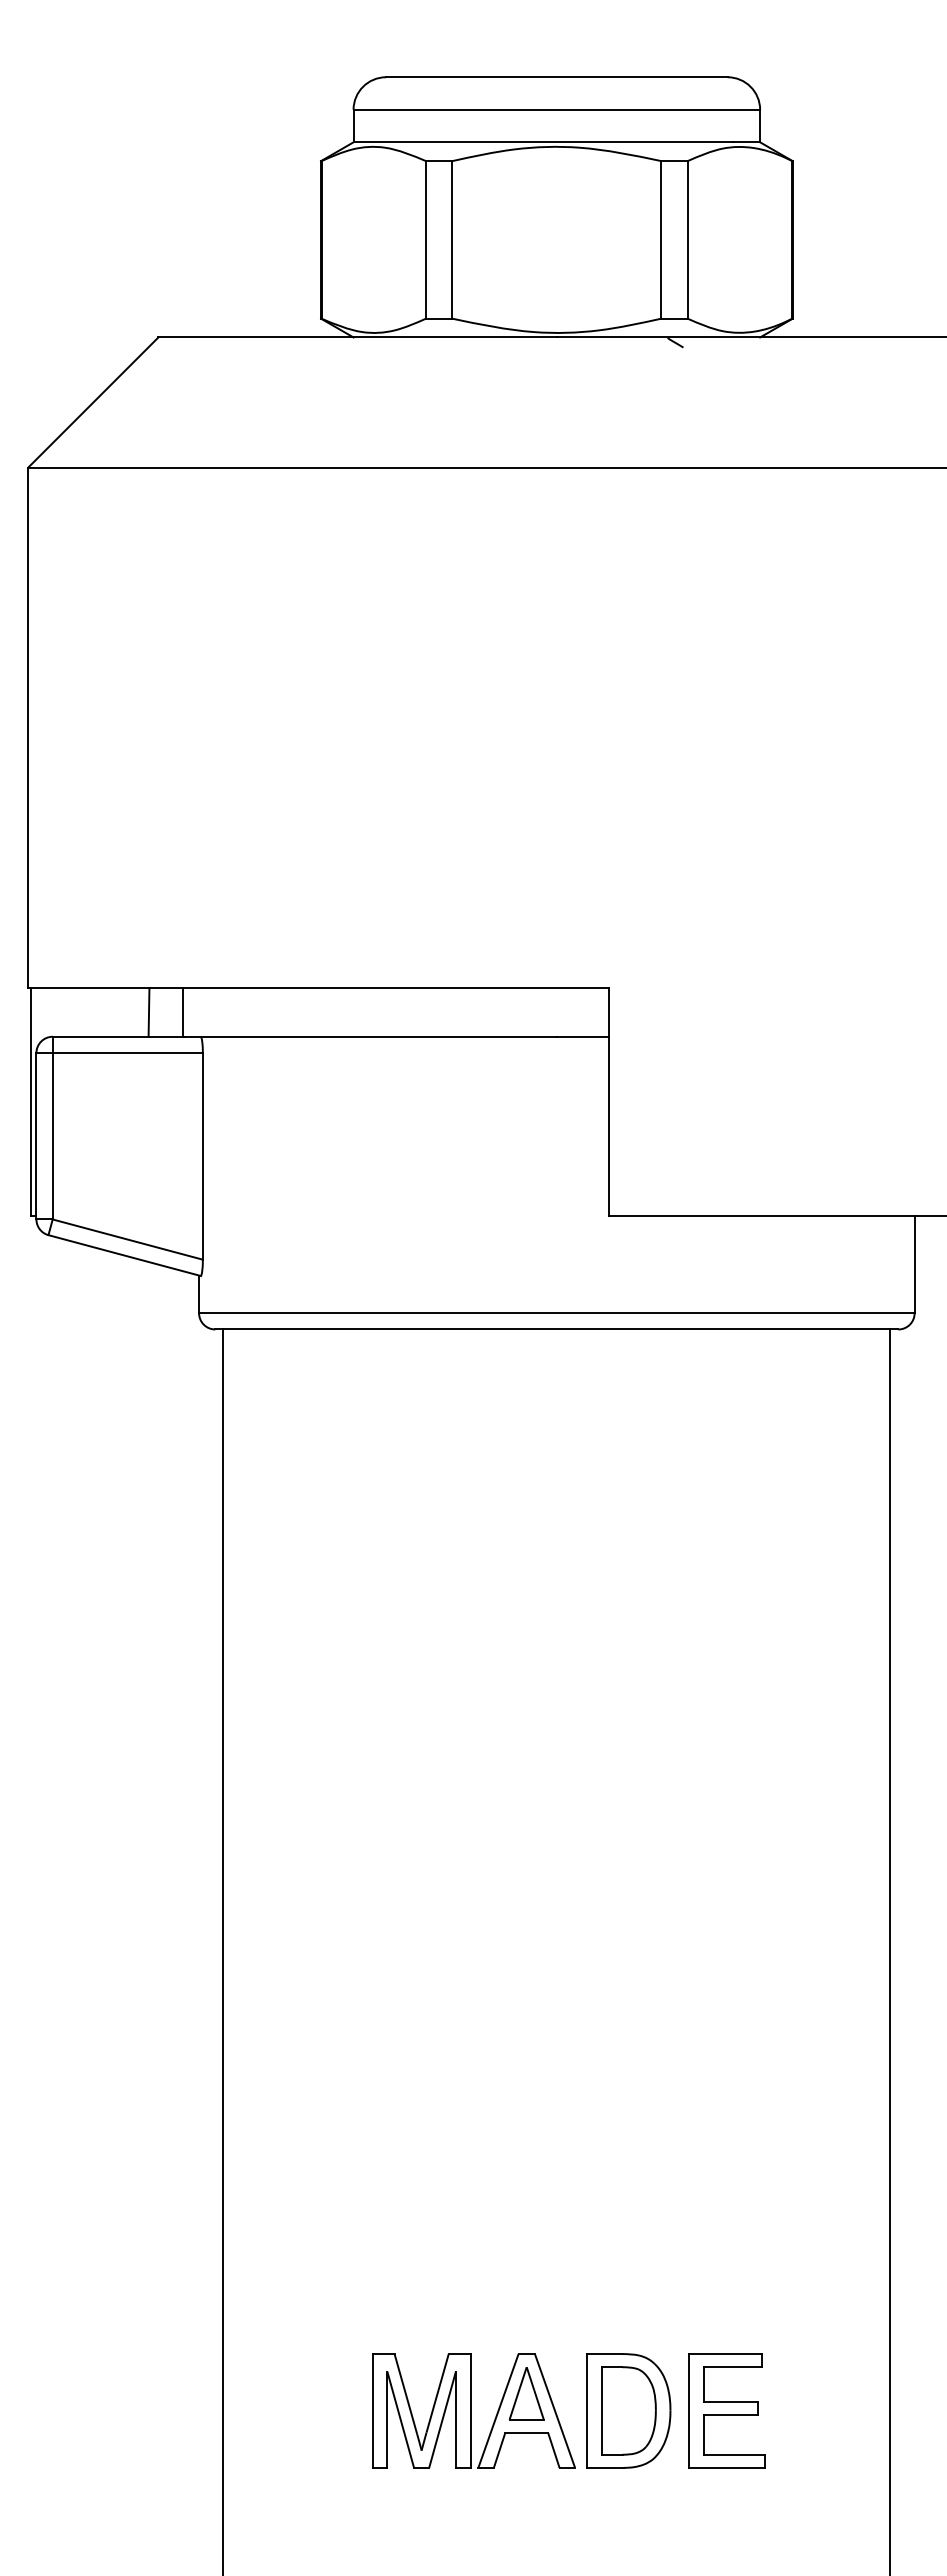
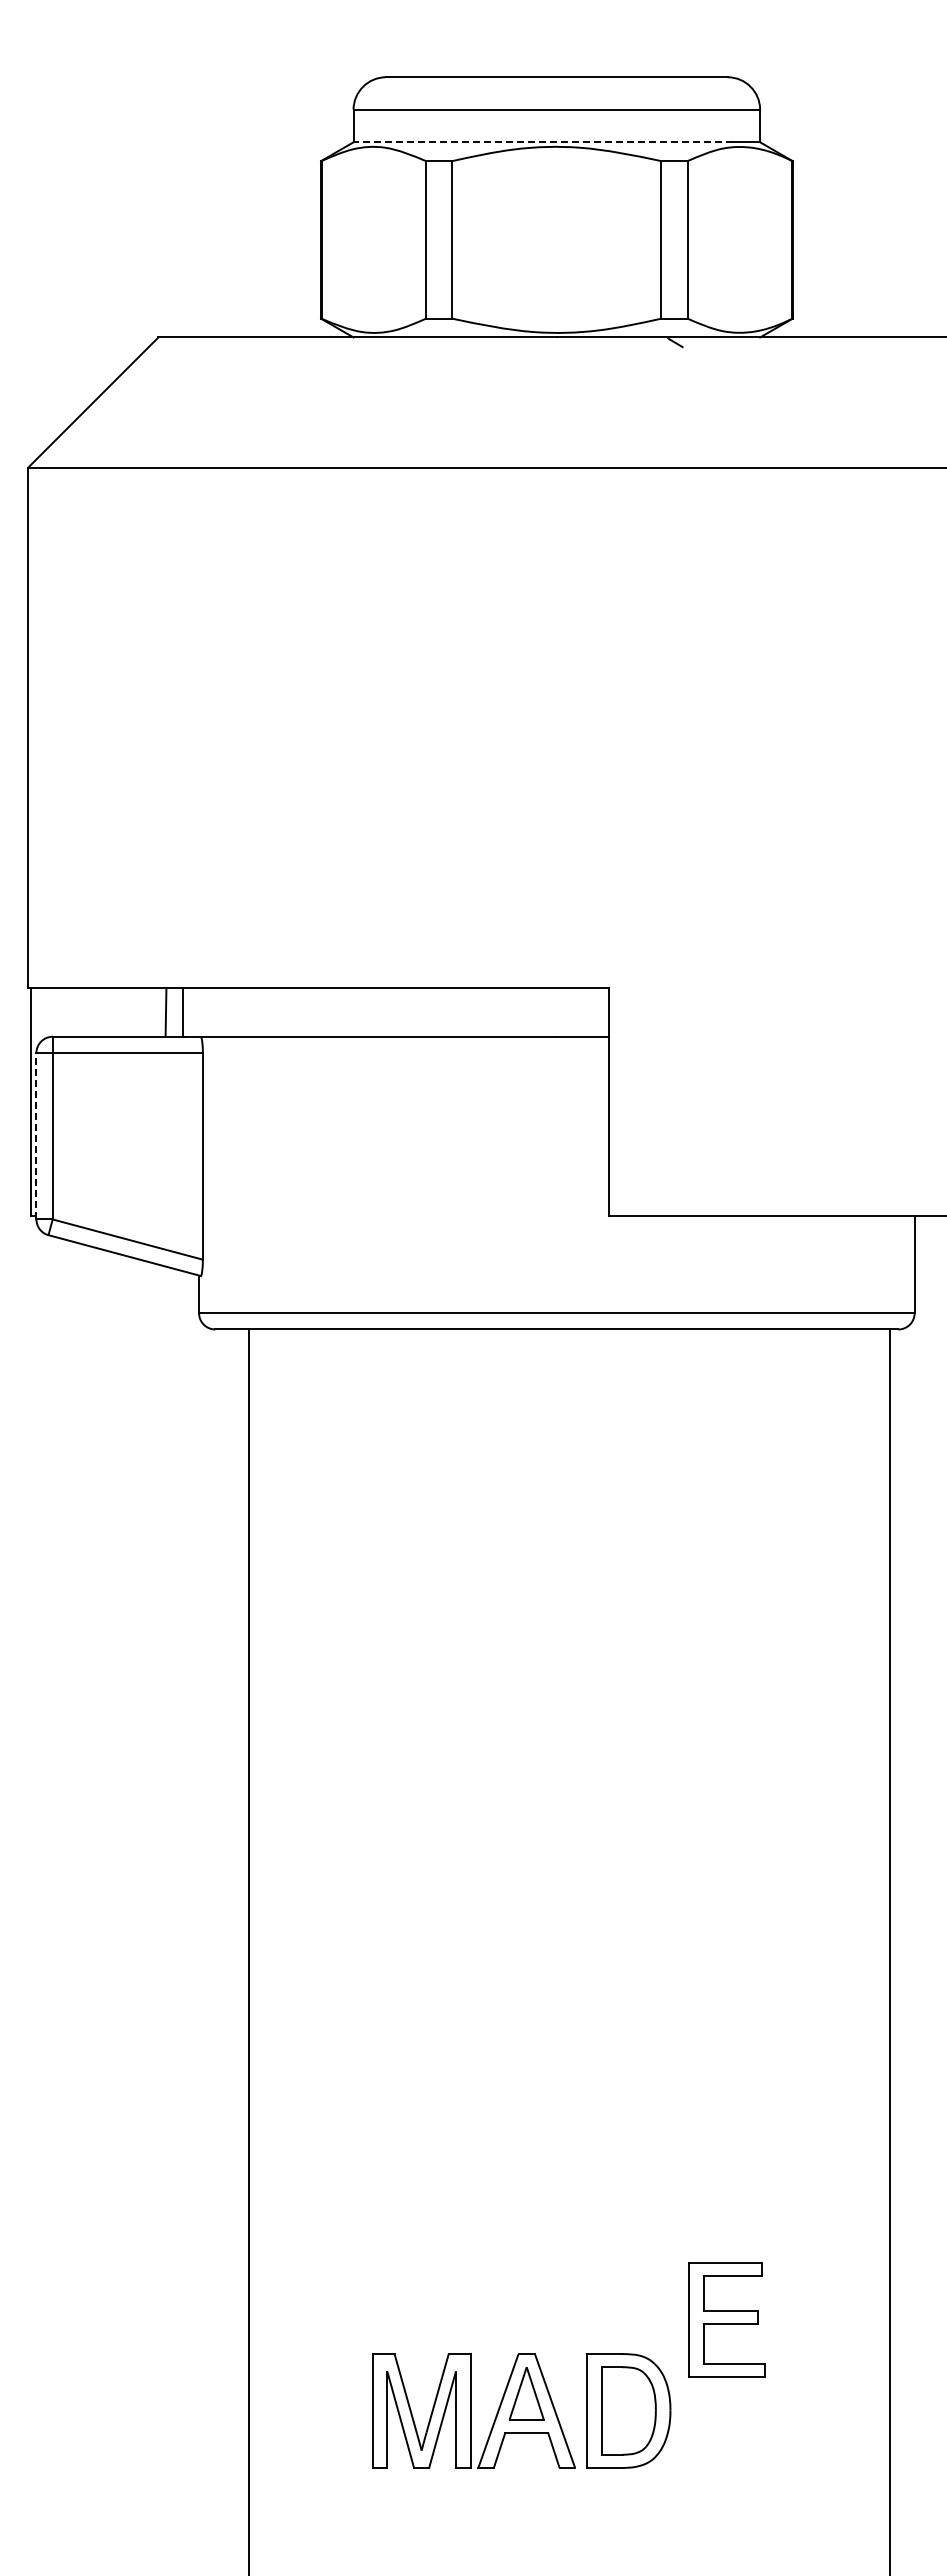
line at (543, 142): solid -> dashed
line at (148, 1011) position: (148, 1011) -> (165, 1011)
line at (36, 1135): solid -> dashed
line at (223, 1950) position: (223, 1950) -> (249, 1950)
part at (726, 2410) position: (726, 2410) -> (726, 2319)
